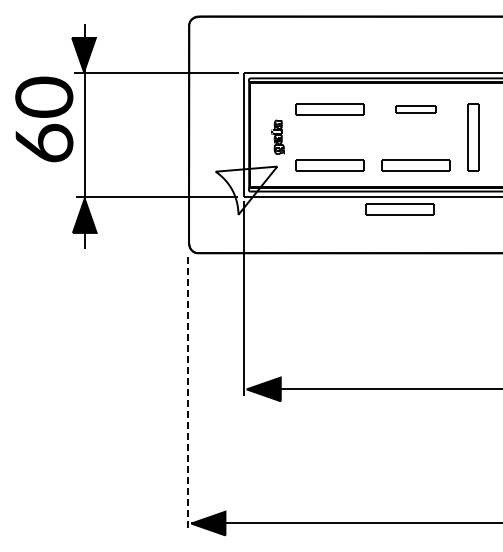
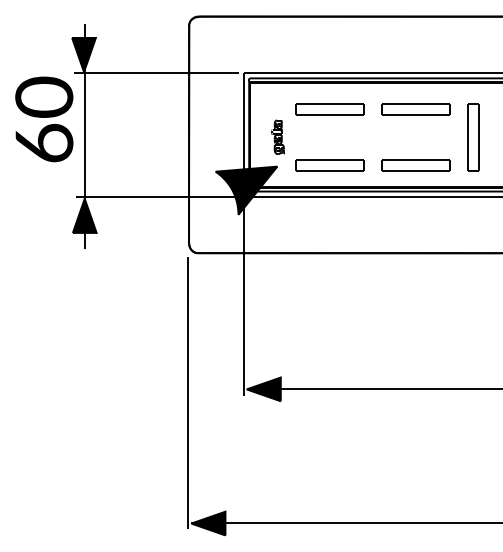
part at (415, 109) size: 42x9 px -> 70x13 px
fill at (246, 190): none -> present
part at (399, 209): present -> none
line at (188, 393): dashed -> solid
